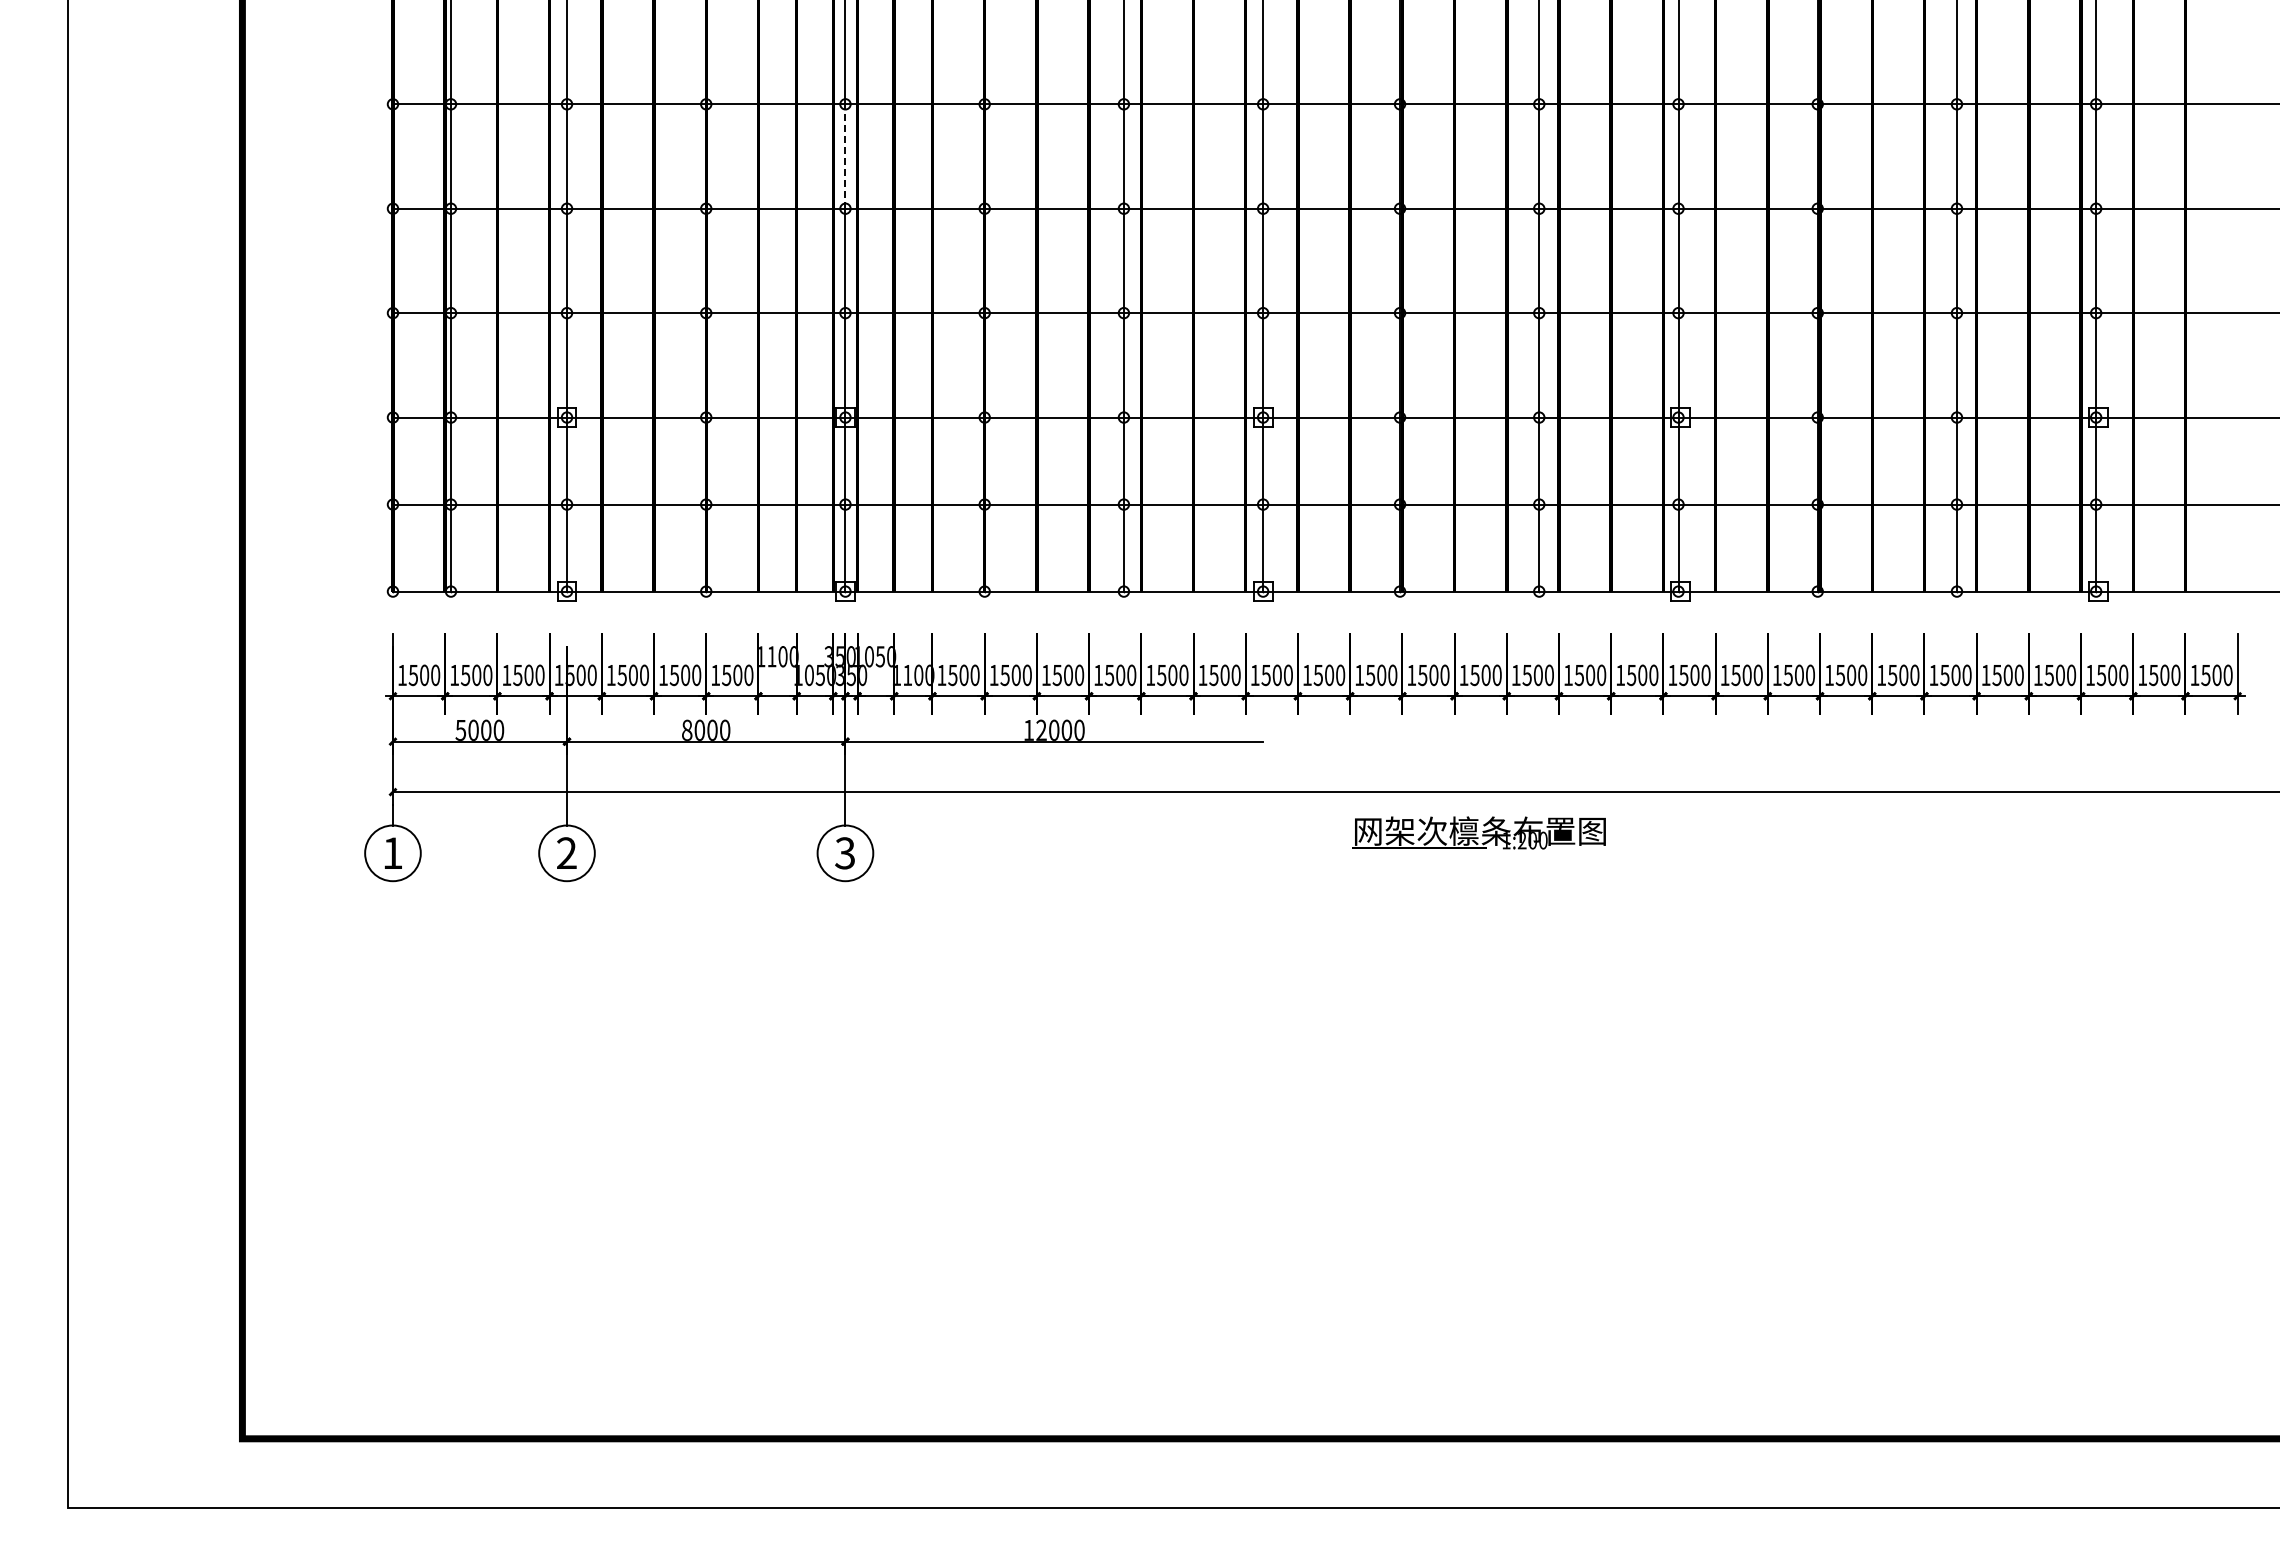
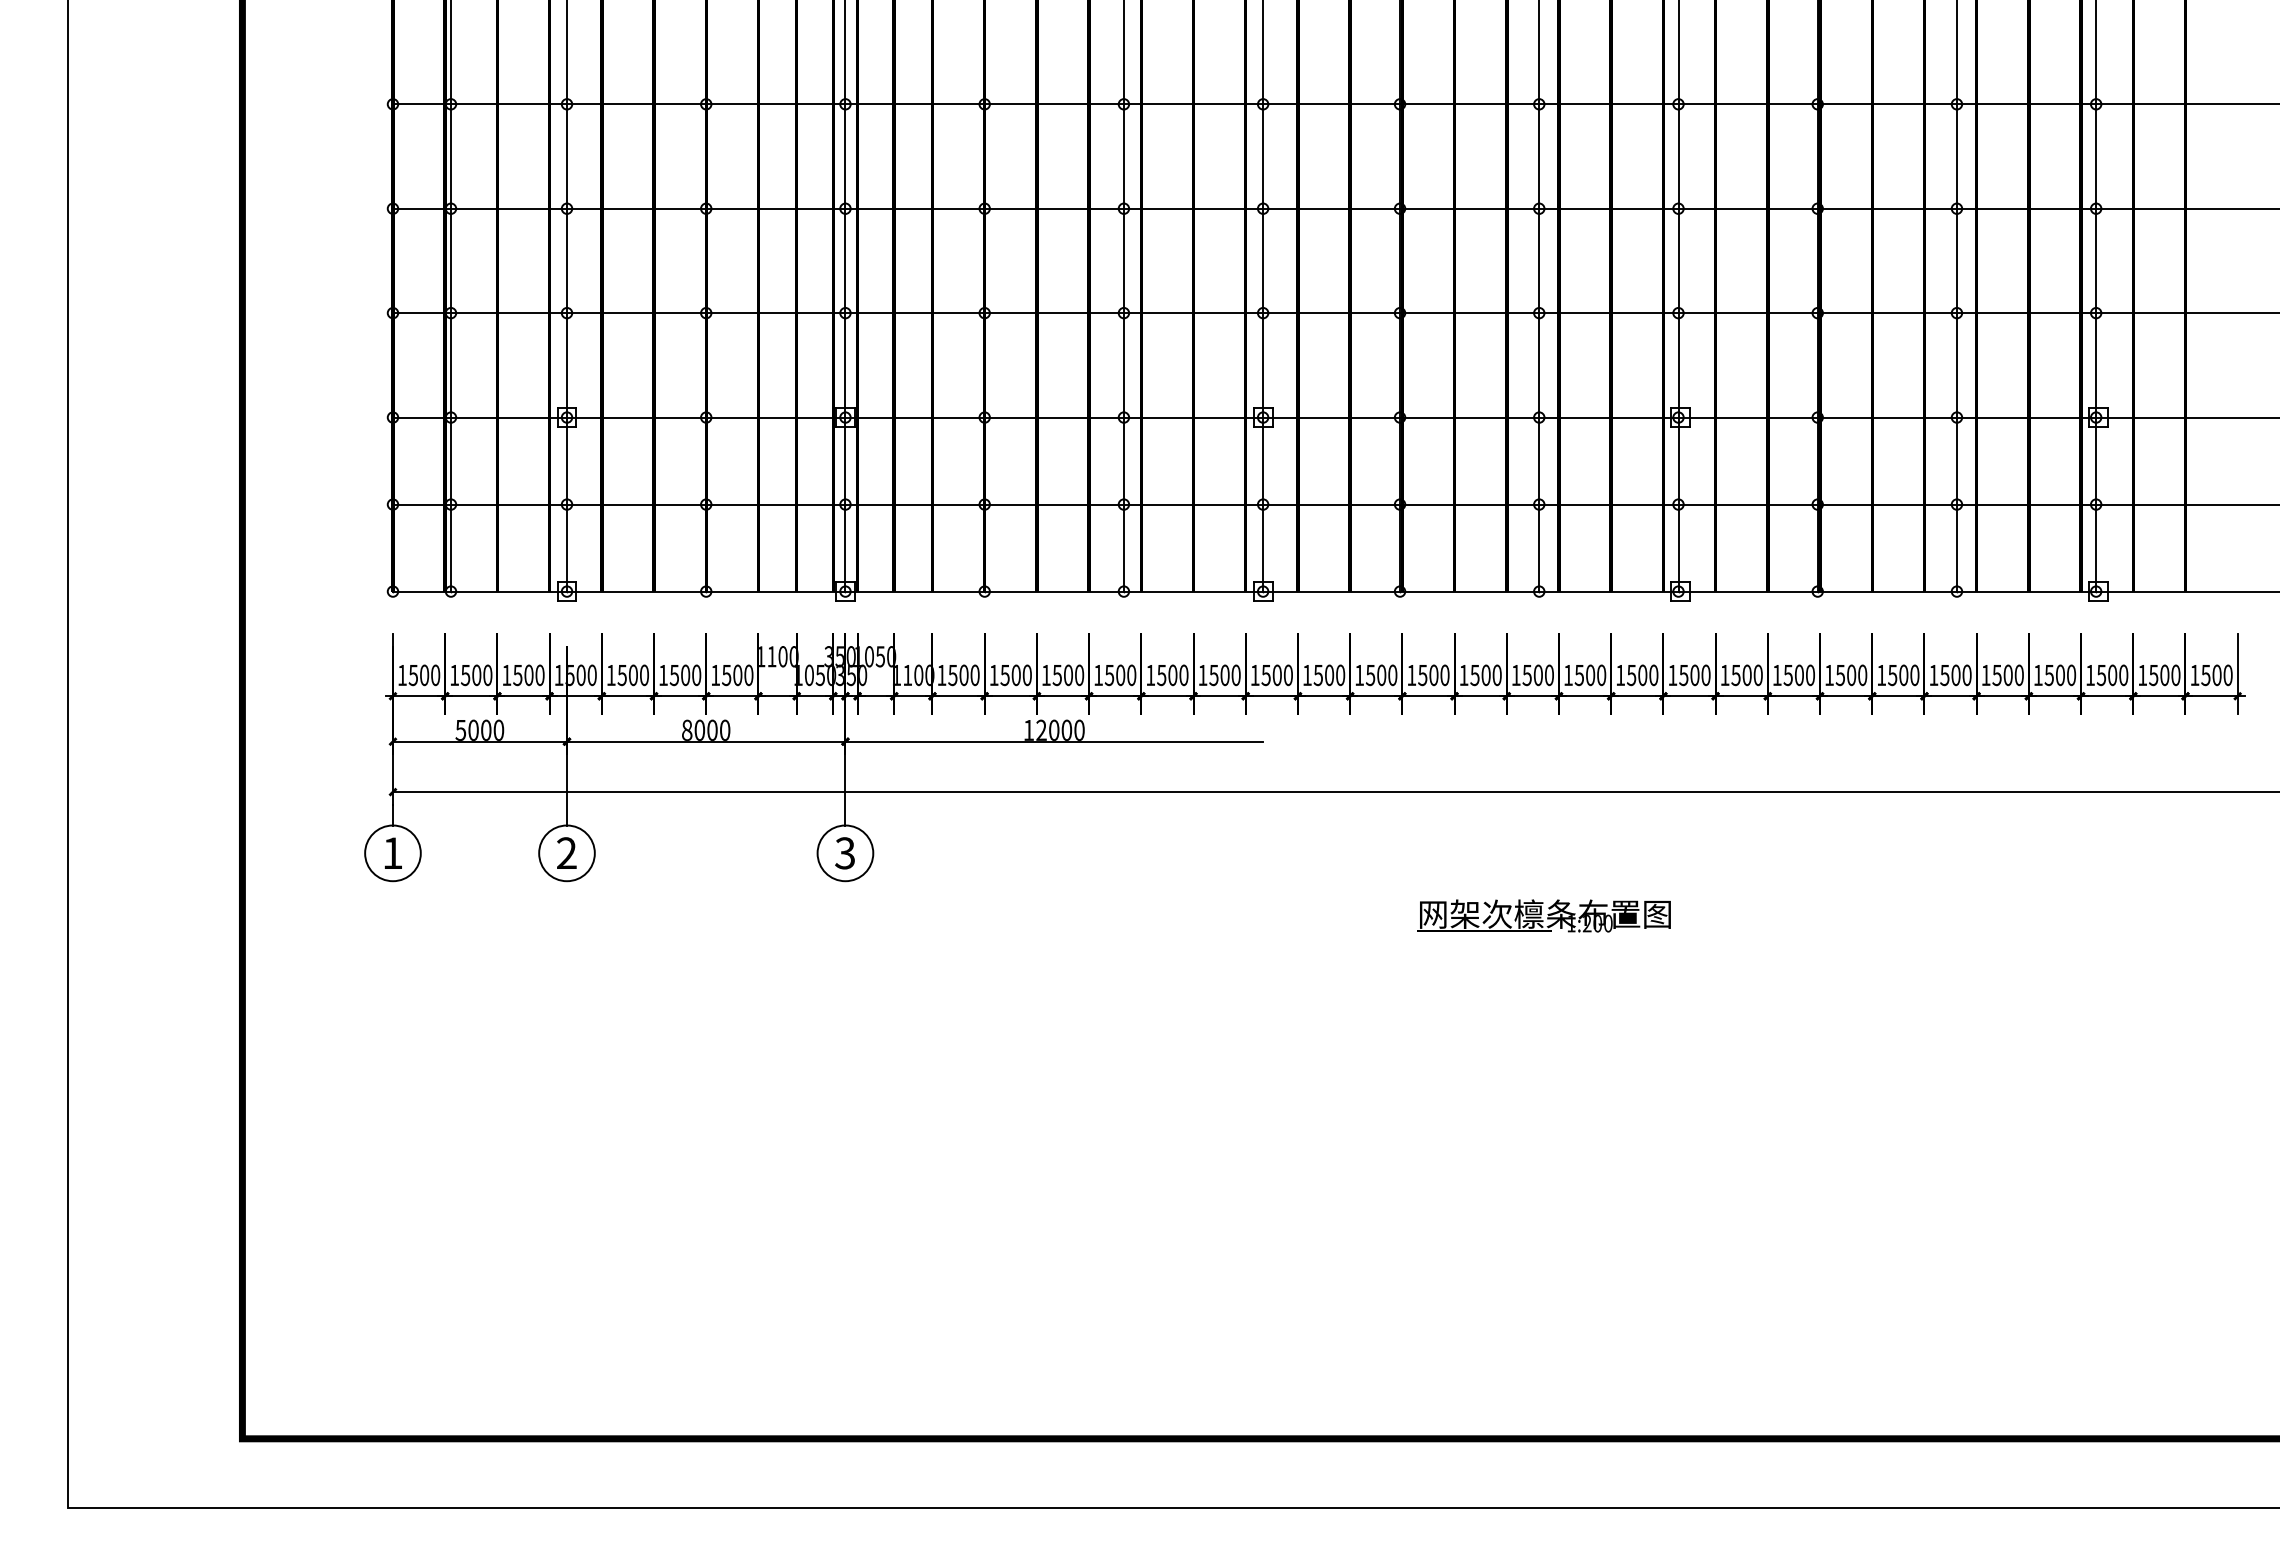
line at (845, 156): dashed -> solid
text at (1478, 832) position: (1478, 832) -> (1543, 915)
